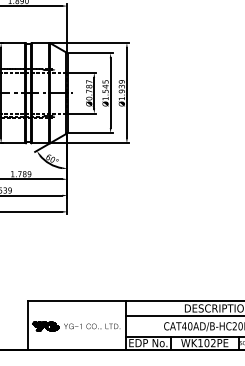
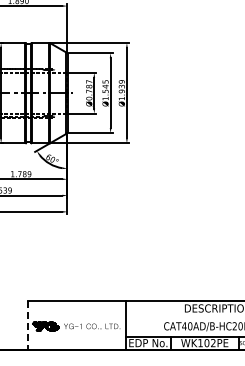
line at (183, 316): present -> none
line at (28, 325): solid -> dashed
